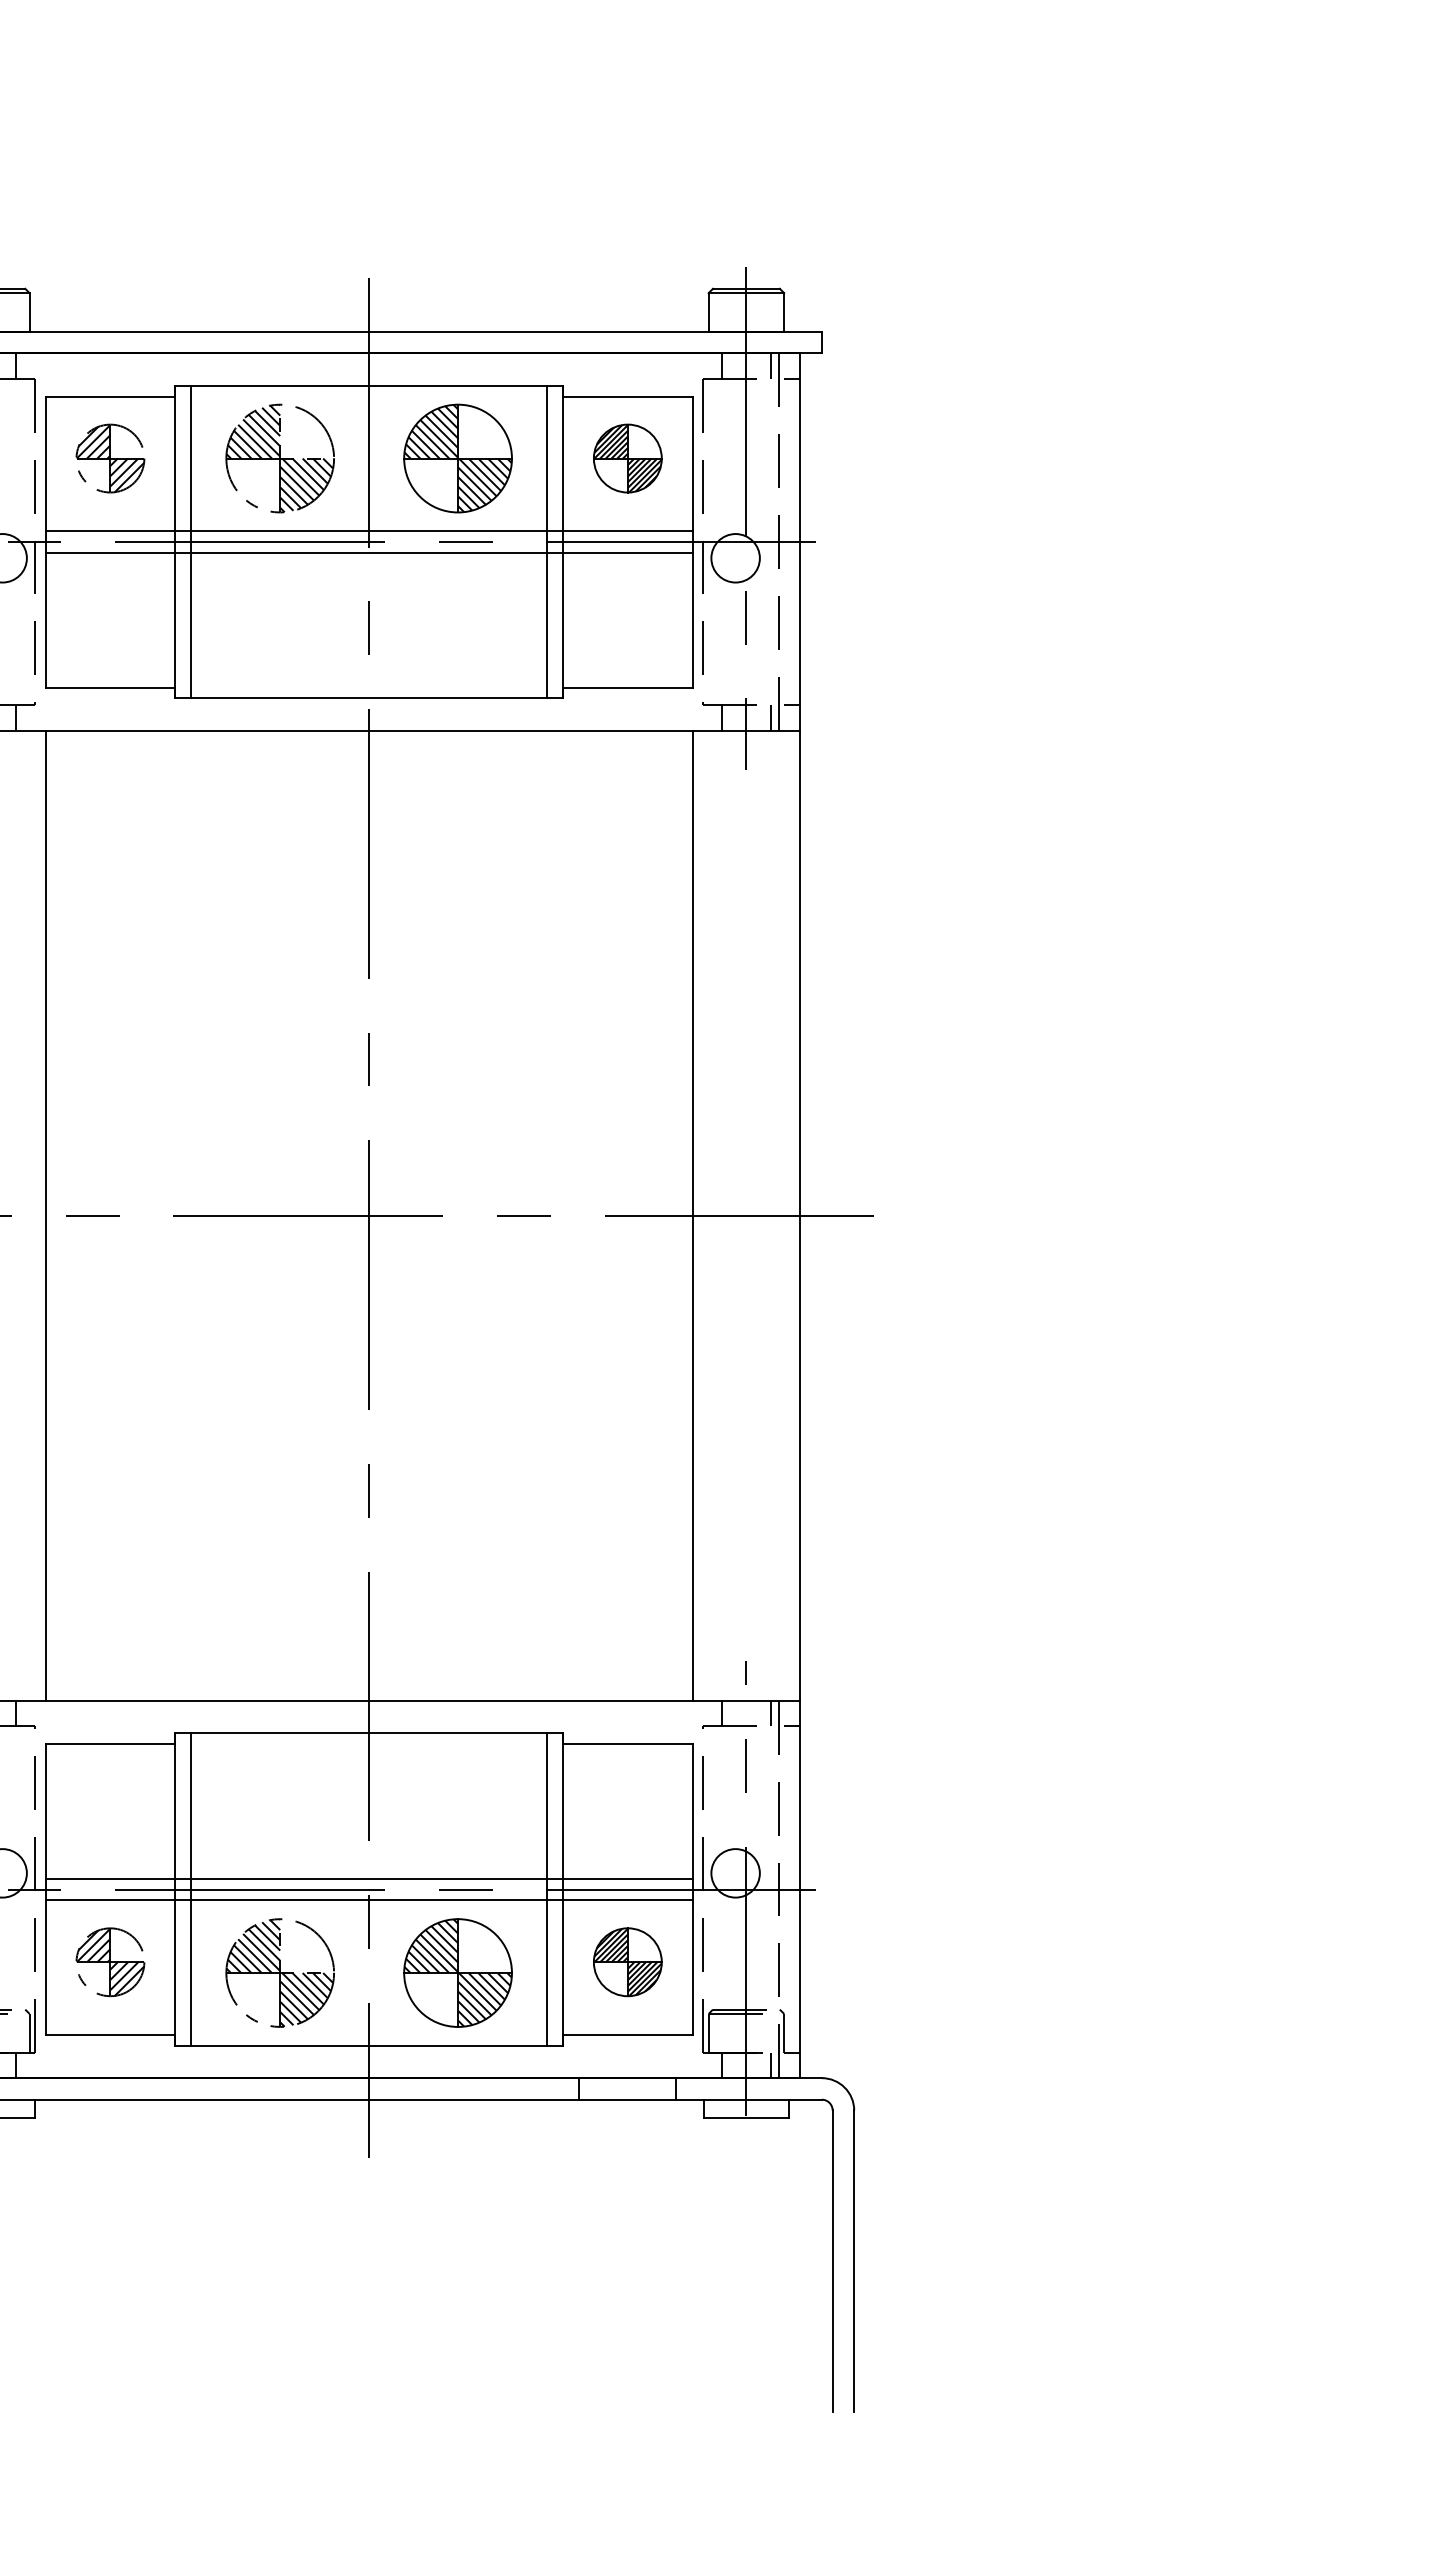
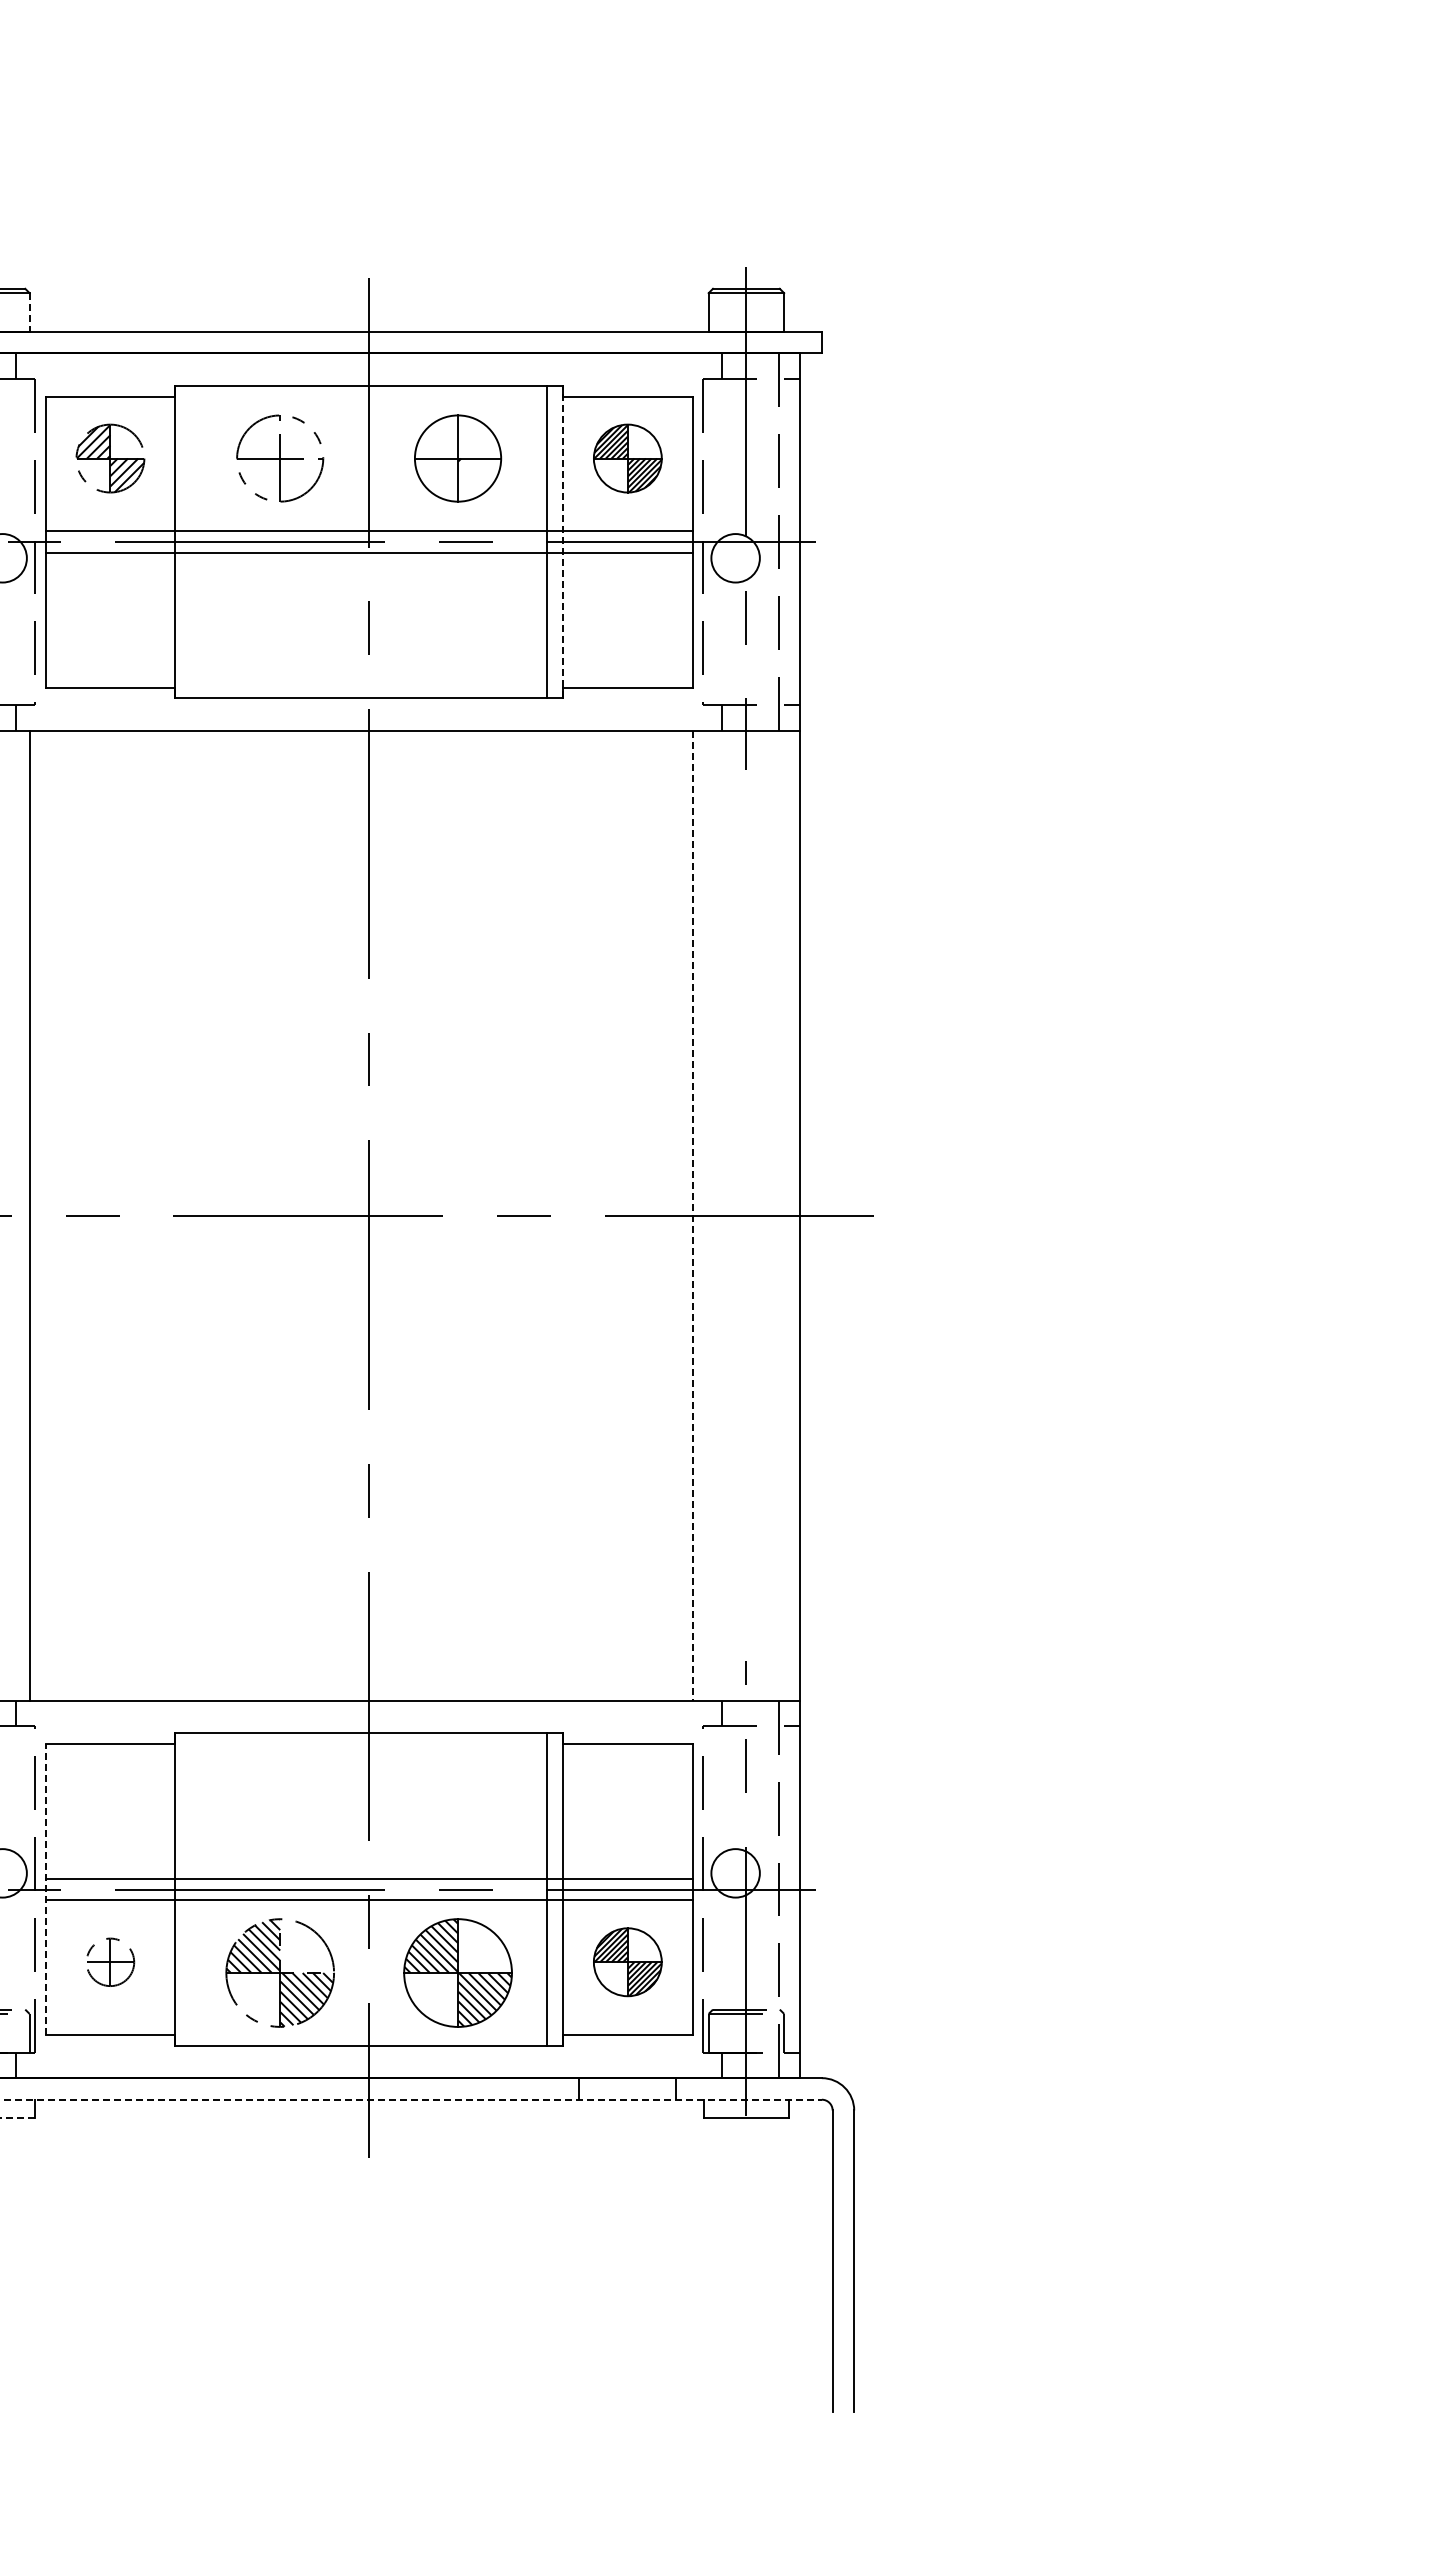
line at (29, 313): solid -> dashed
line at (770, 365): present -> none
part at (279, 458) size: 110x111 px -> 89x89 px
part at (457, 458) size: 110x111 px -> 89x89 px
line at (191, 541): present -> none
line at (563, 541): solid -> dashed
line at (770, 717): present -> none
line at (45, 1215) position: (45, 1215) -> (29, 1215)
line at (692, 1216): solid -> dashed
line at (770, 1713): present -> none
line at (45, 1889): solid -> dashed
line at (191, 1889): present -> none
part at (110, 1962) size: 71x71 px -> 50x50 px
line at (770, 2065): present -> none
line at (411, 2099): solid -> dashed
line at (17, 2118): solid -> dashed
